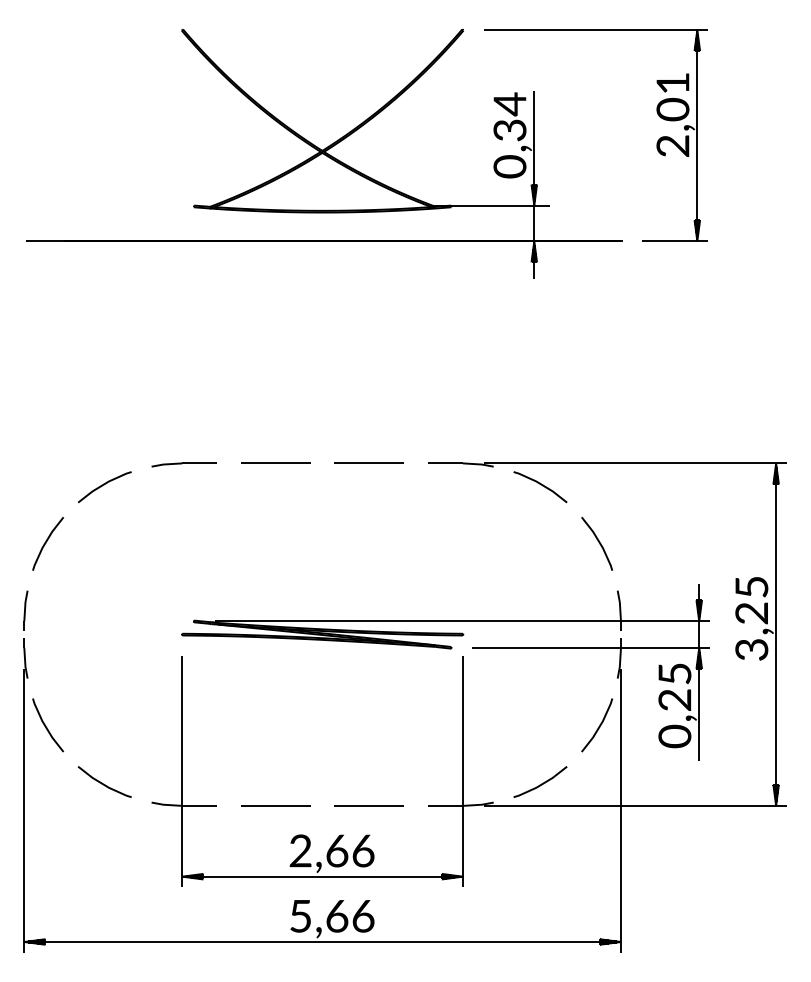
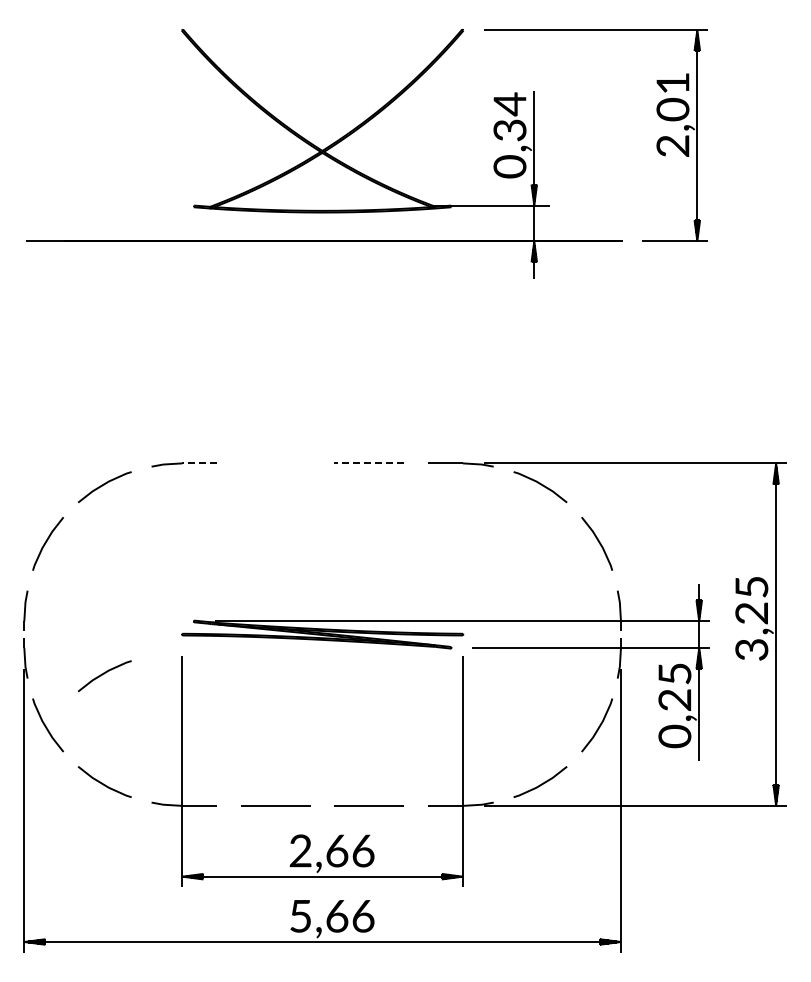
line at (275, 462): present -> none
line at (199, 463): solid -> dashed
line at (368, 463): solid -> dashed
line at (104, 674): none -> present
